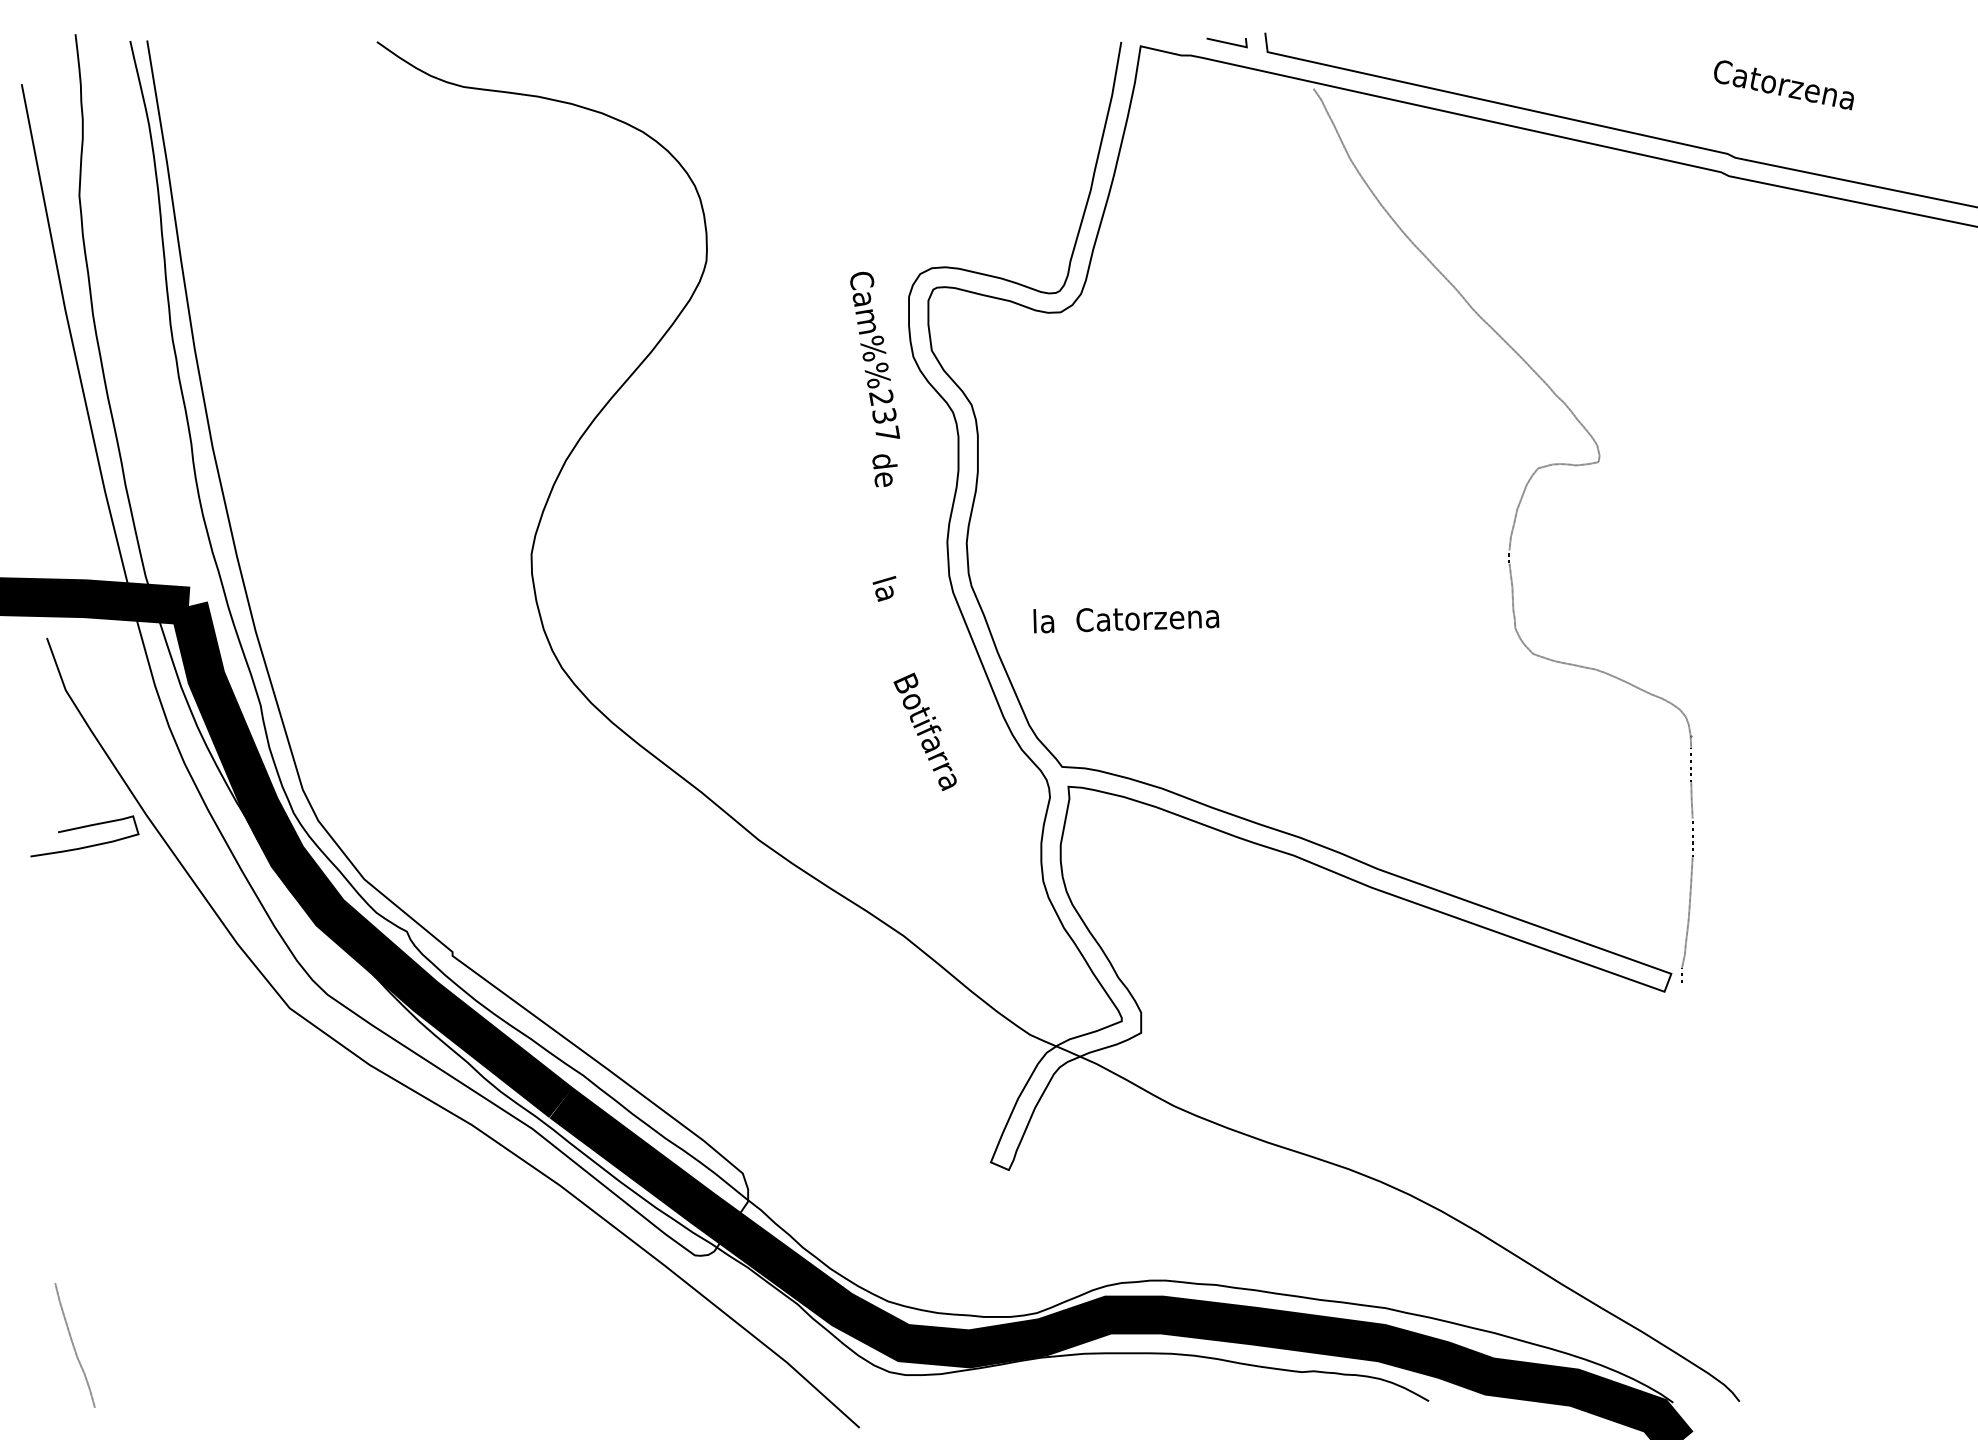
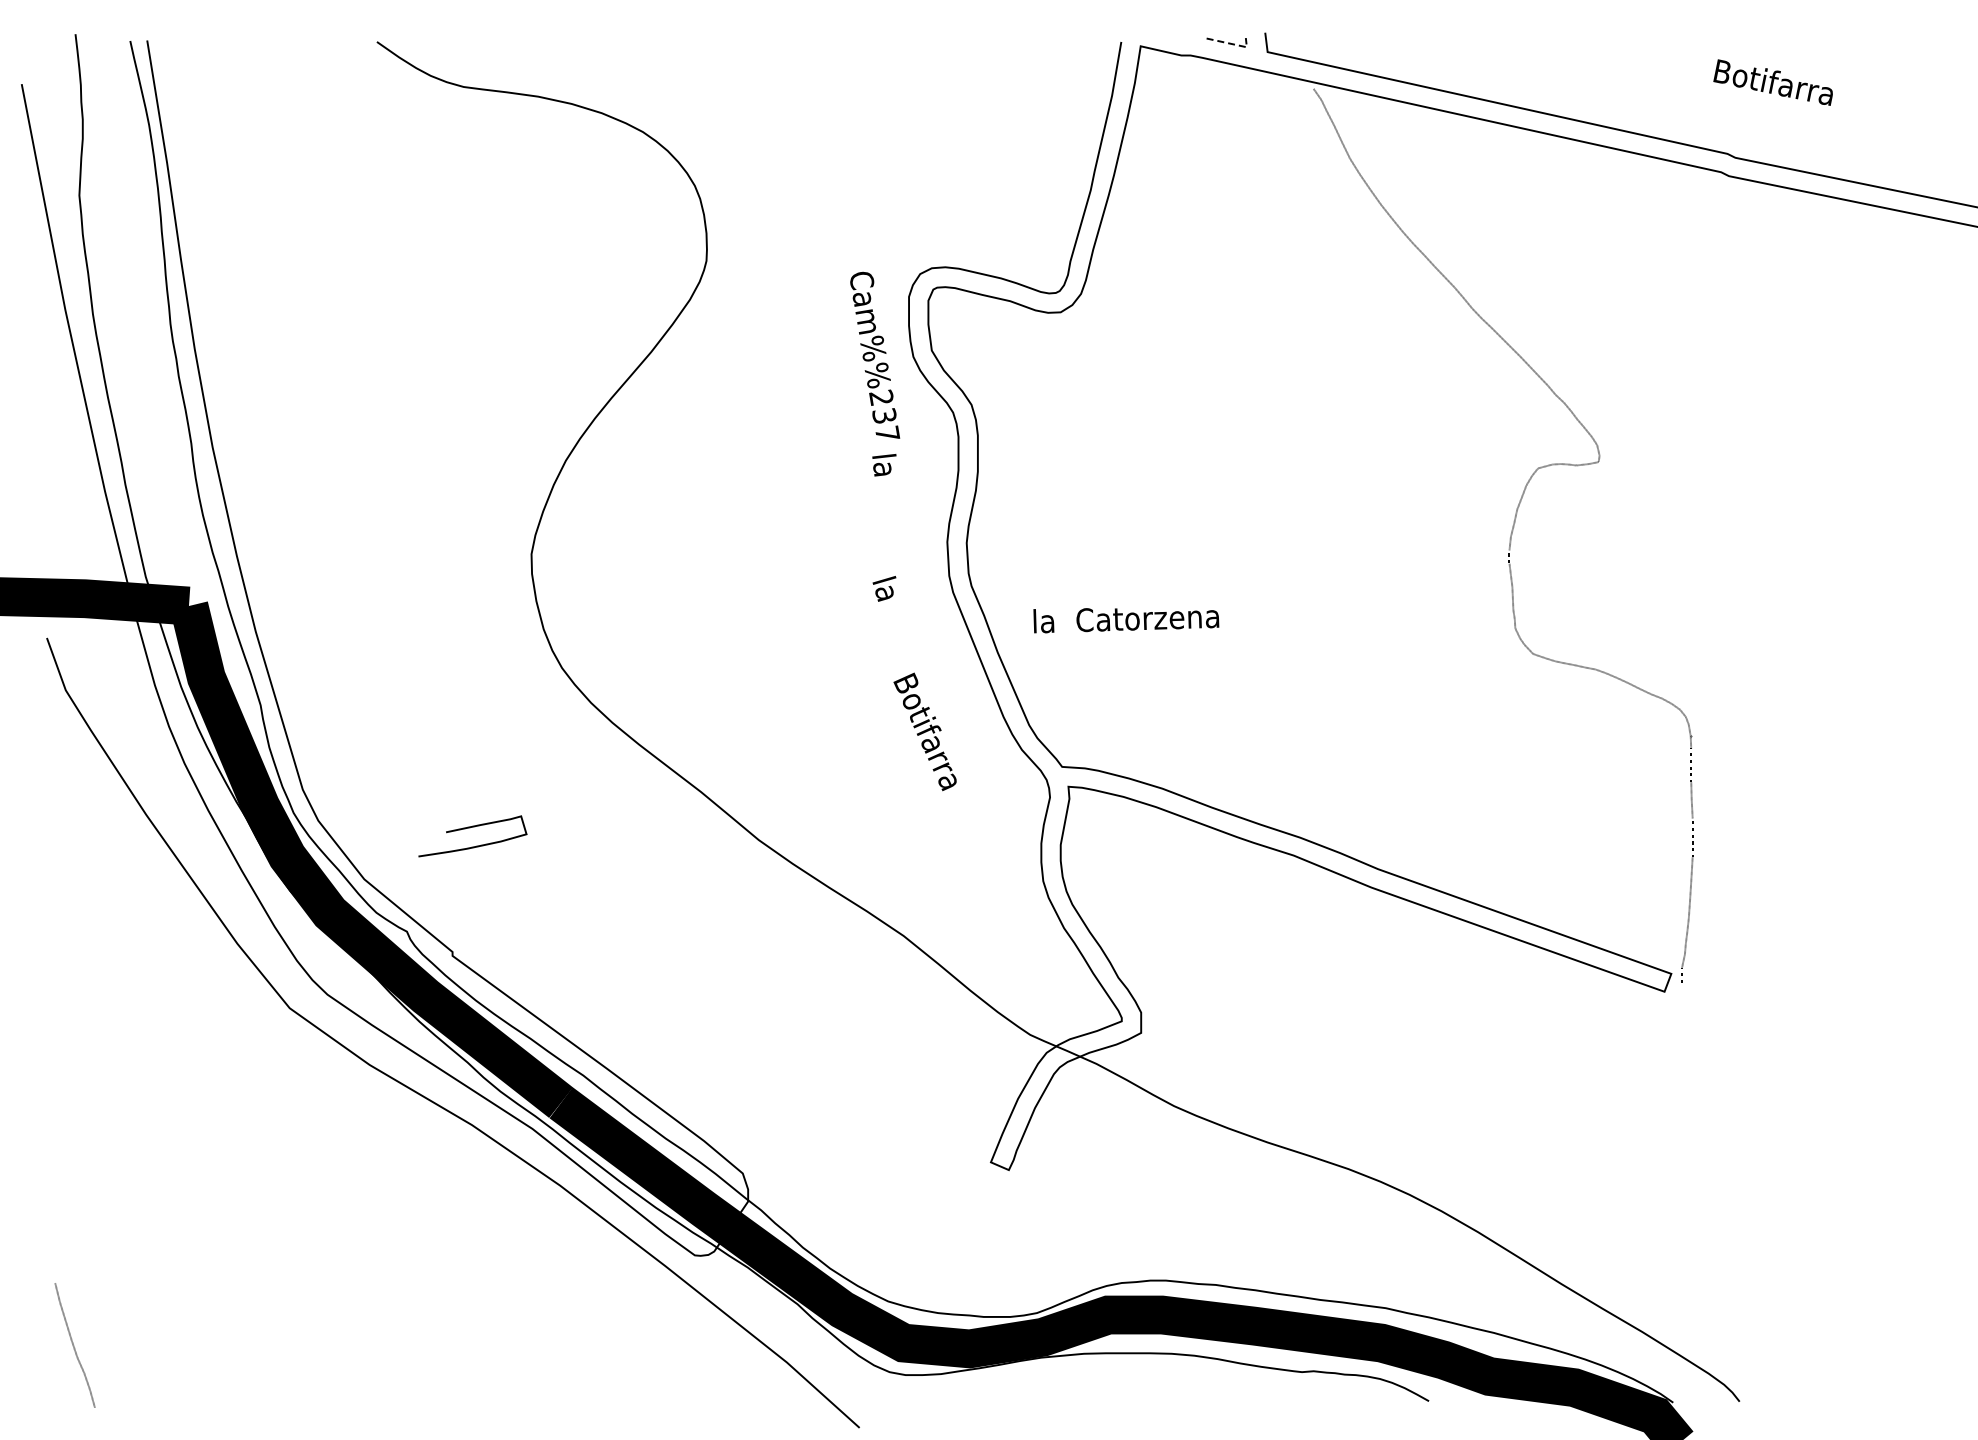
line at (1232, 44): solid -> dashed
text at (1783, 84): Catorzena -> Botifarra
text at (884, 470): de -> la
curve at (82, 828) position: (82, 828) -> (470, 828)
